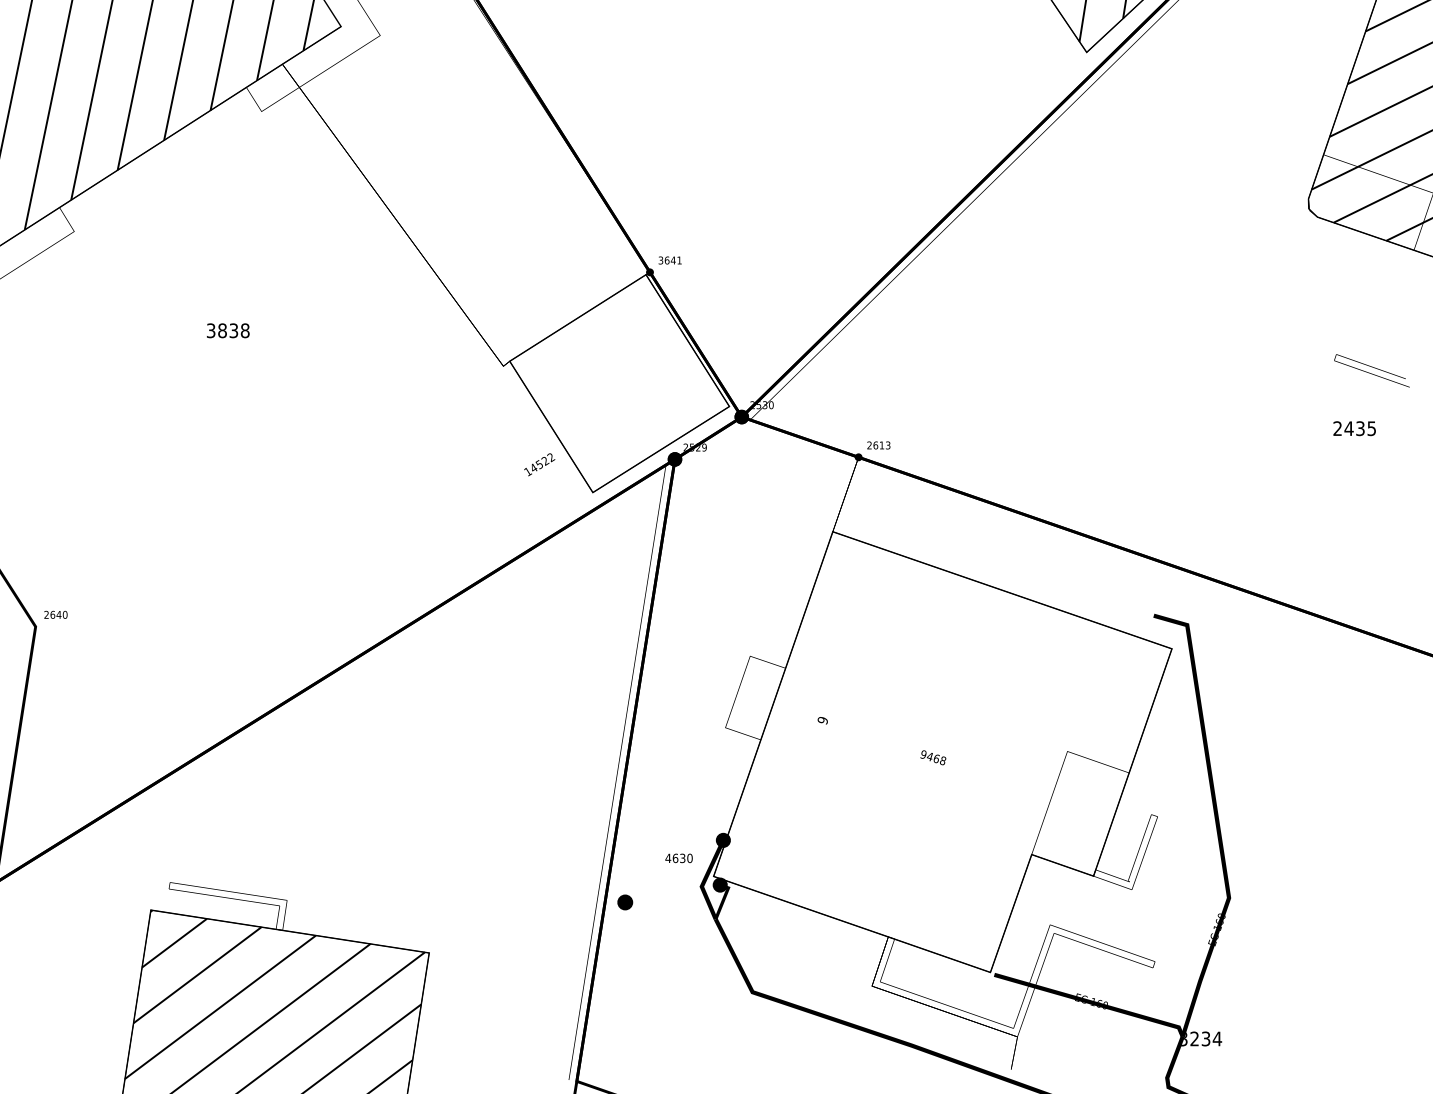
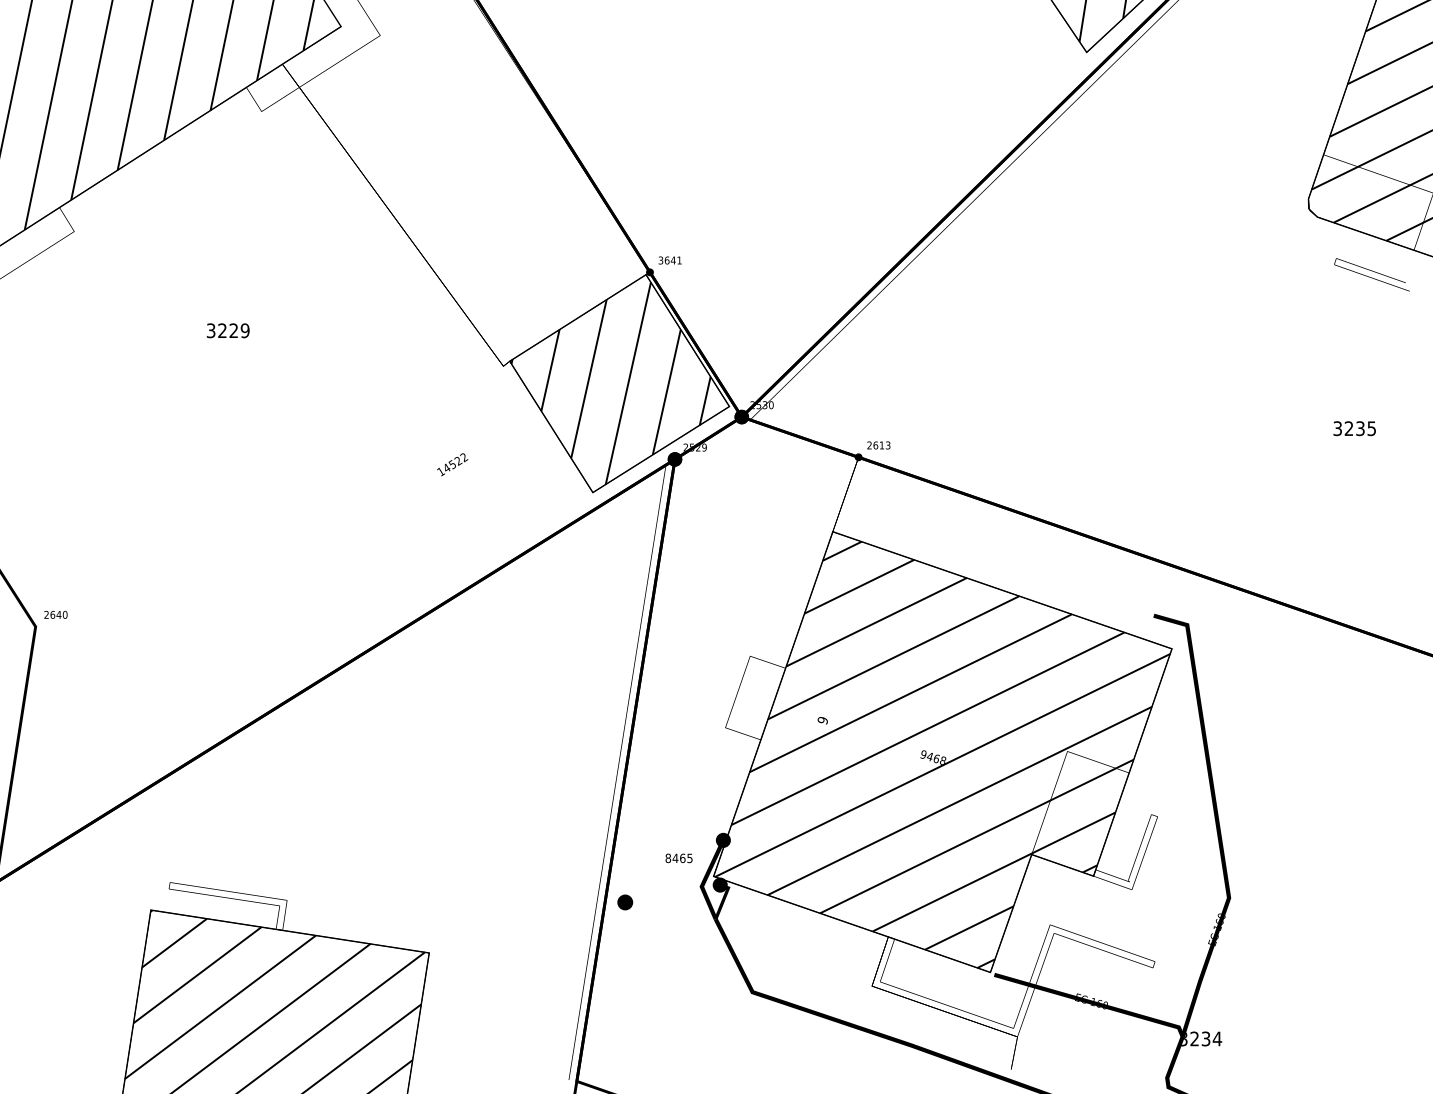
text at (233, 330): 3838 -> 3229
part at (1371, 370) position: (1371, 370) -> (1371, 274)
hatch at (610, 383): none -> present
text at (1343, 428): 2435 -> 3235
text at (539, 464) position: (539, 464) -> (452, 464)
hatch at (942, 754): none -> present
text at (678, 858): 4630 -> 8465
